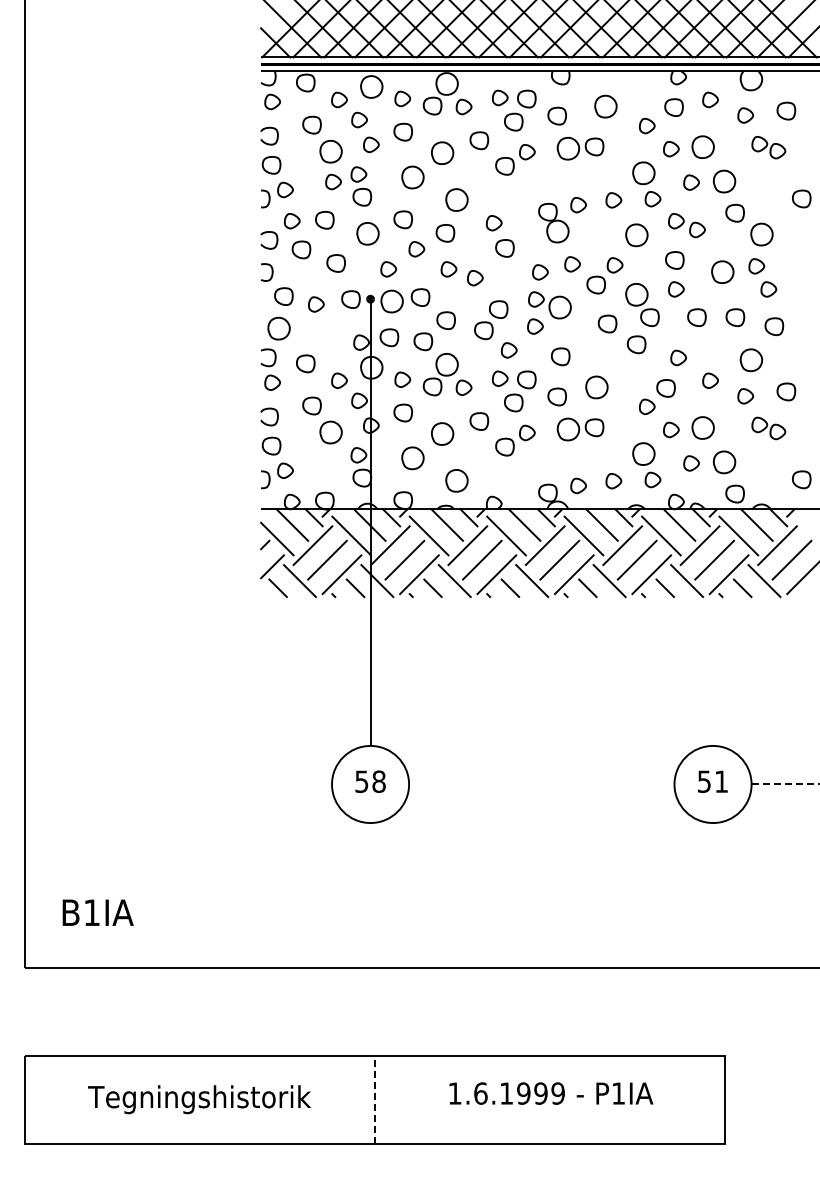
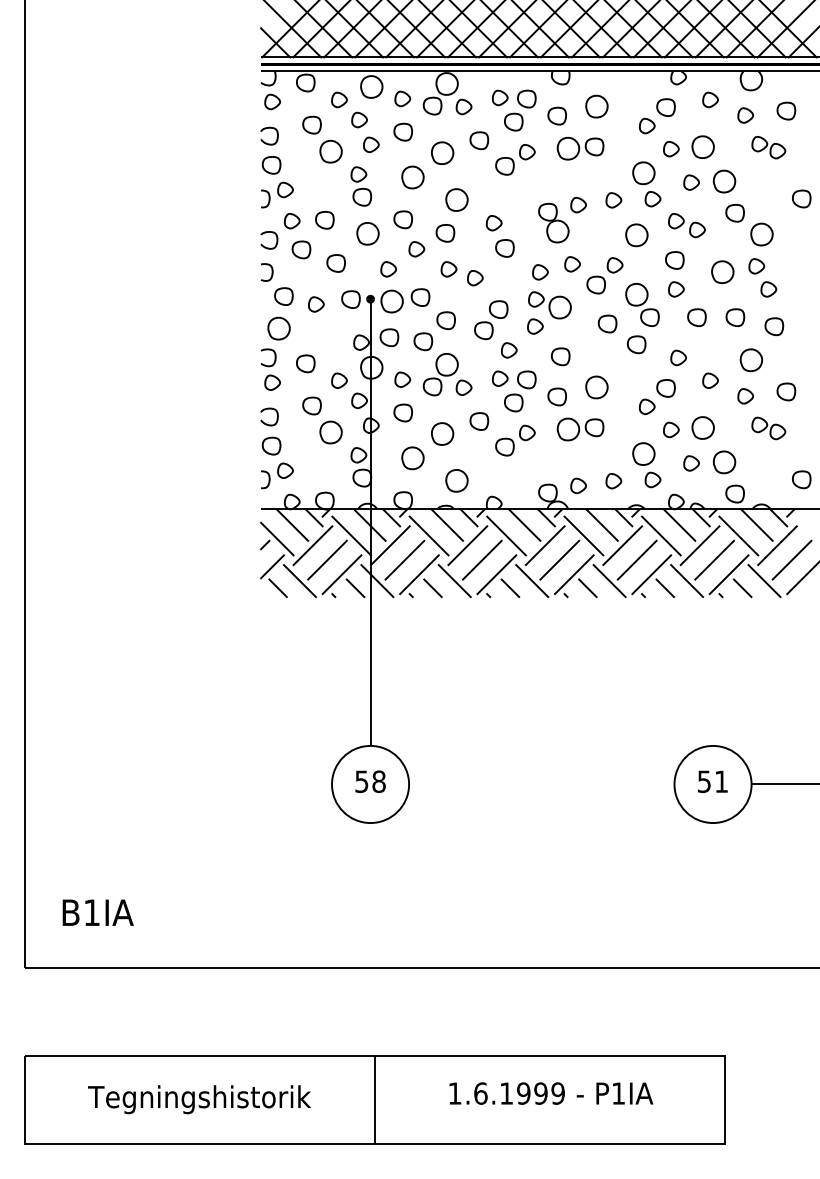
part at (605, 106) position: (605, 106) -> (596, 106)
part at (673, 107) position: (673, 107) -> (665, 107)
part at (333, 181): present -> none
line at (785, 784): dashed -> solid
line at (374, 1099): dashed -> solid
